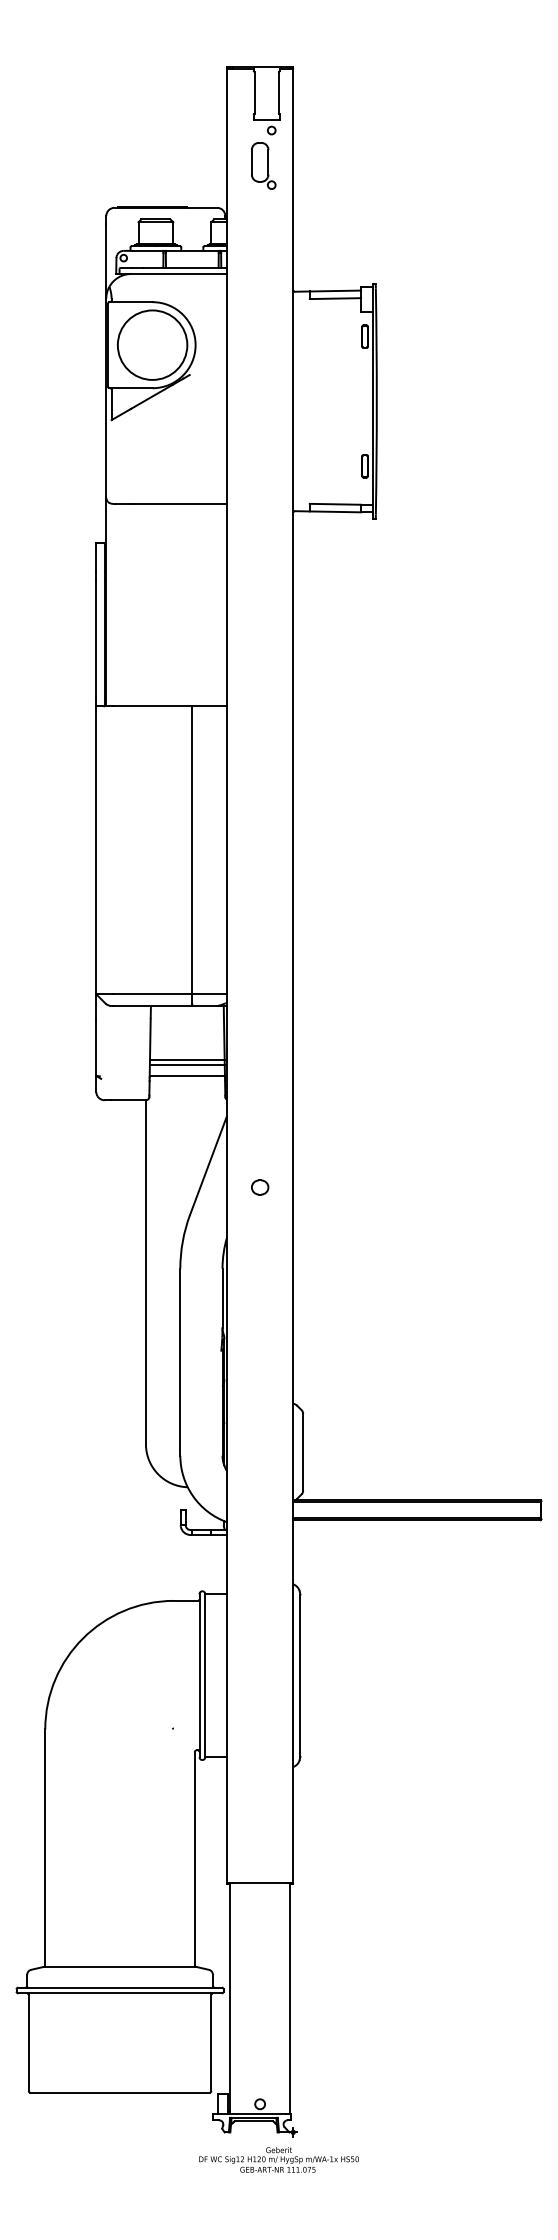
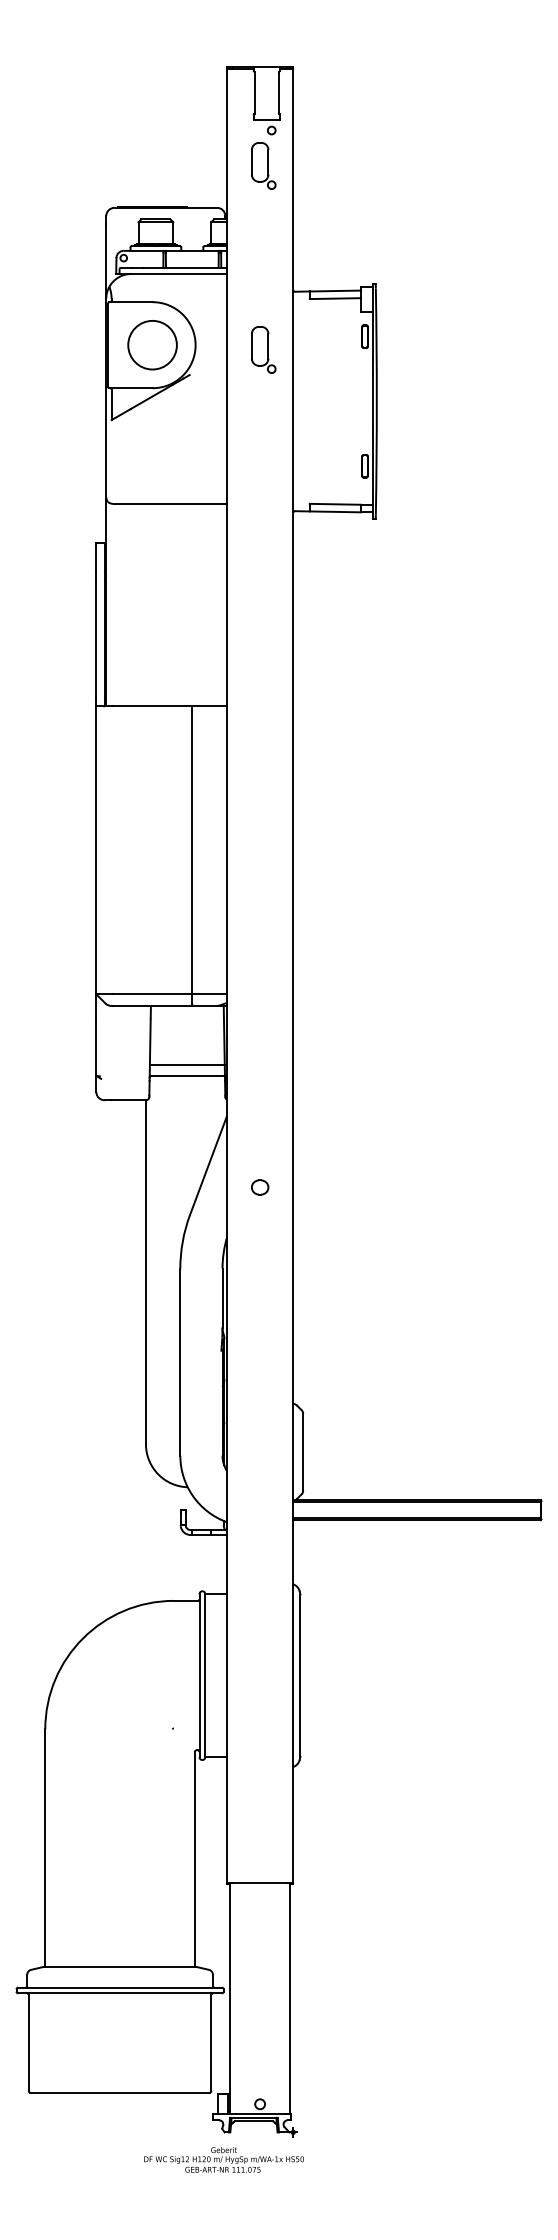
circle at (152, 344) diameter: 70 px -> 49 px
part at (263, 349): none -> present
line at (186, 1060): present -> none
text at (278, 2159) position: (278, 2159) -> (223, 2159)
